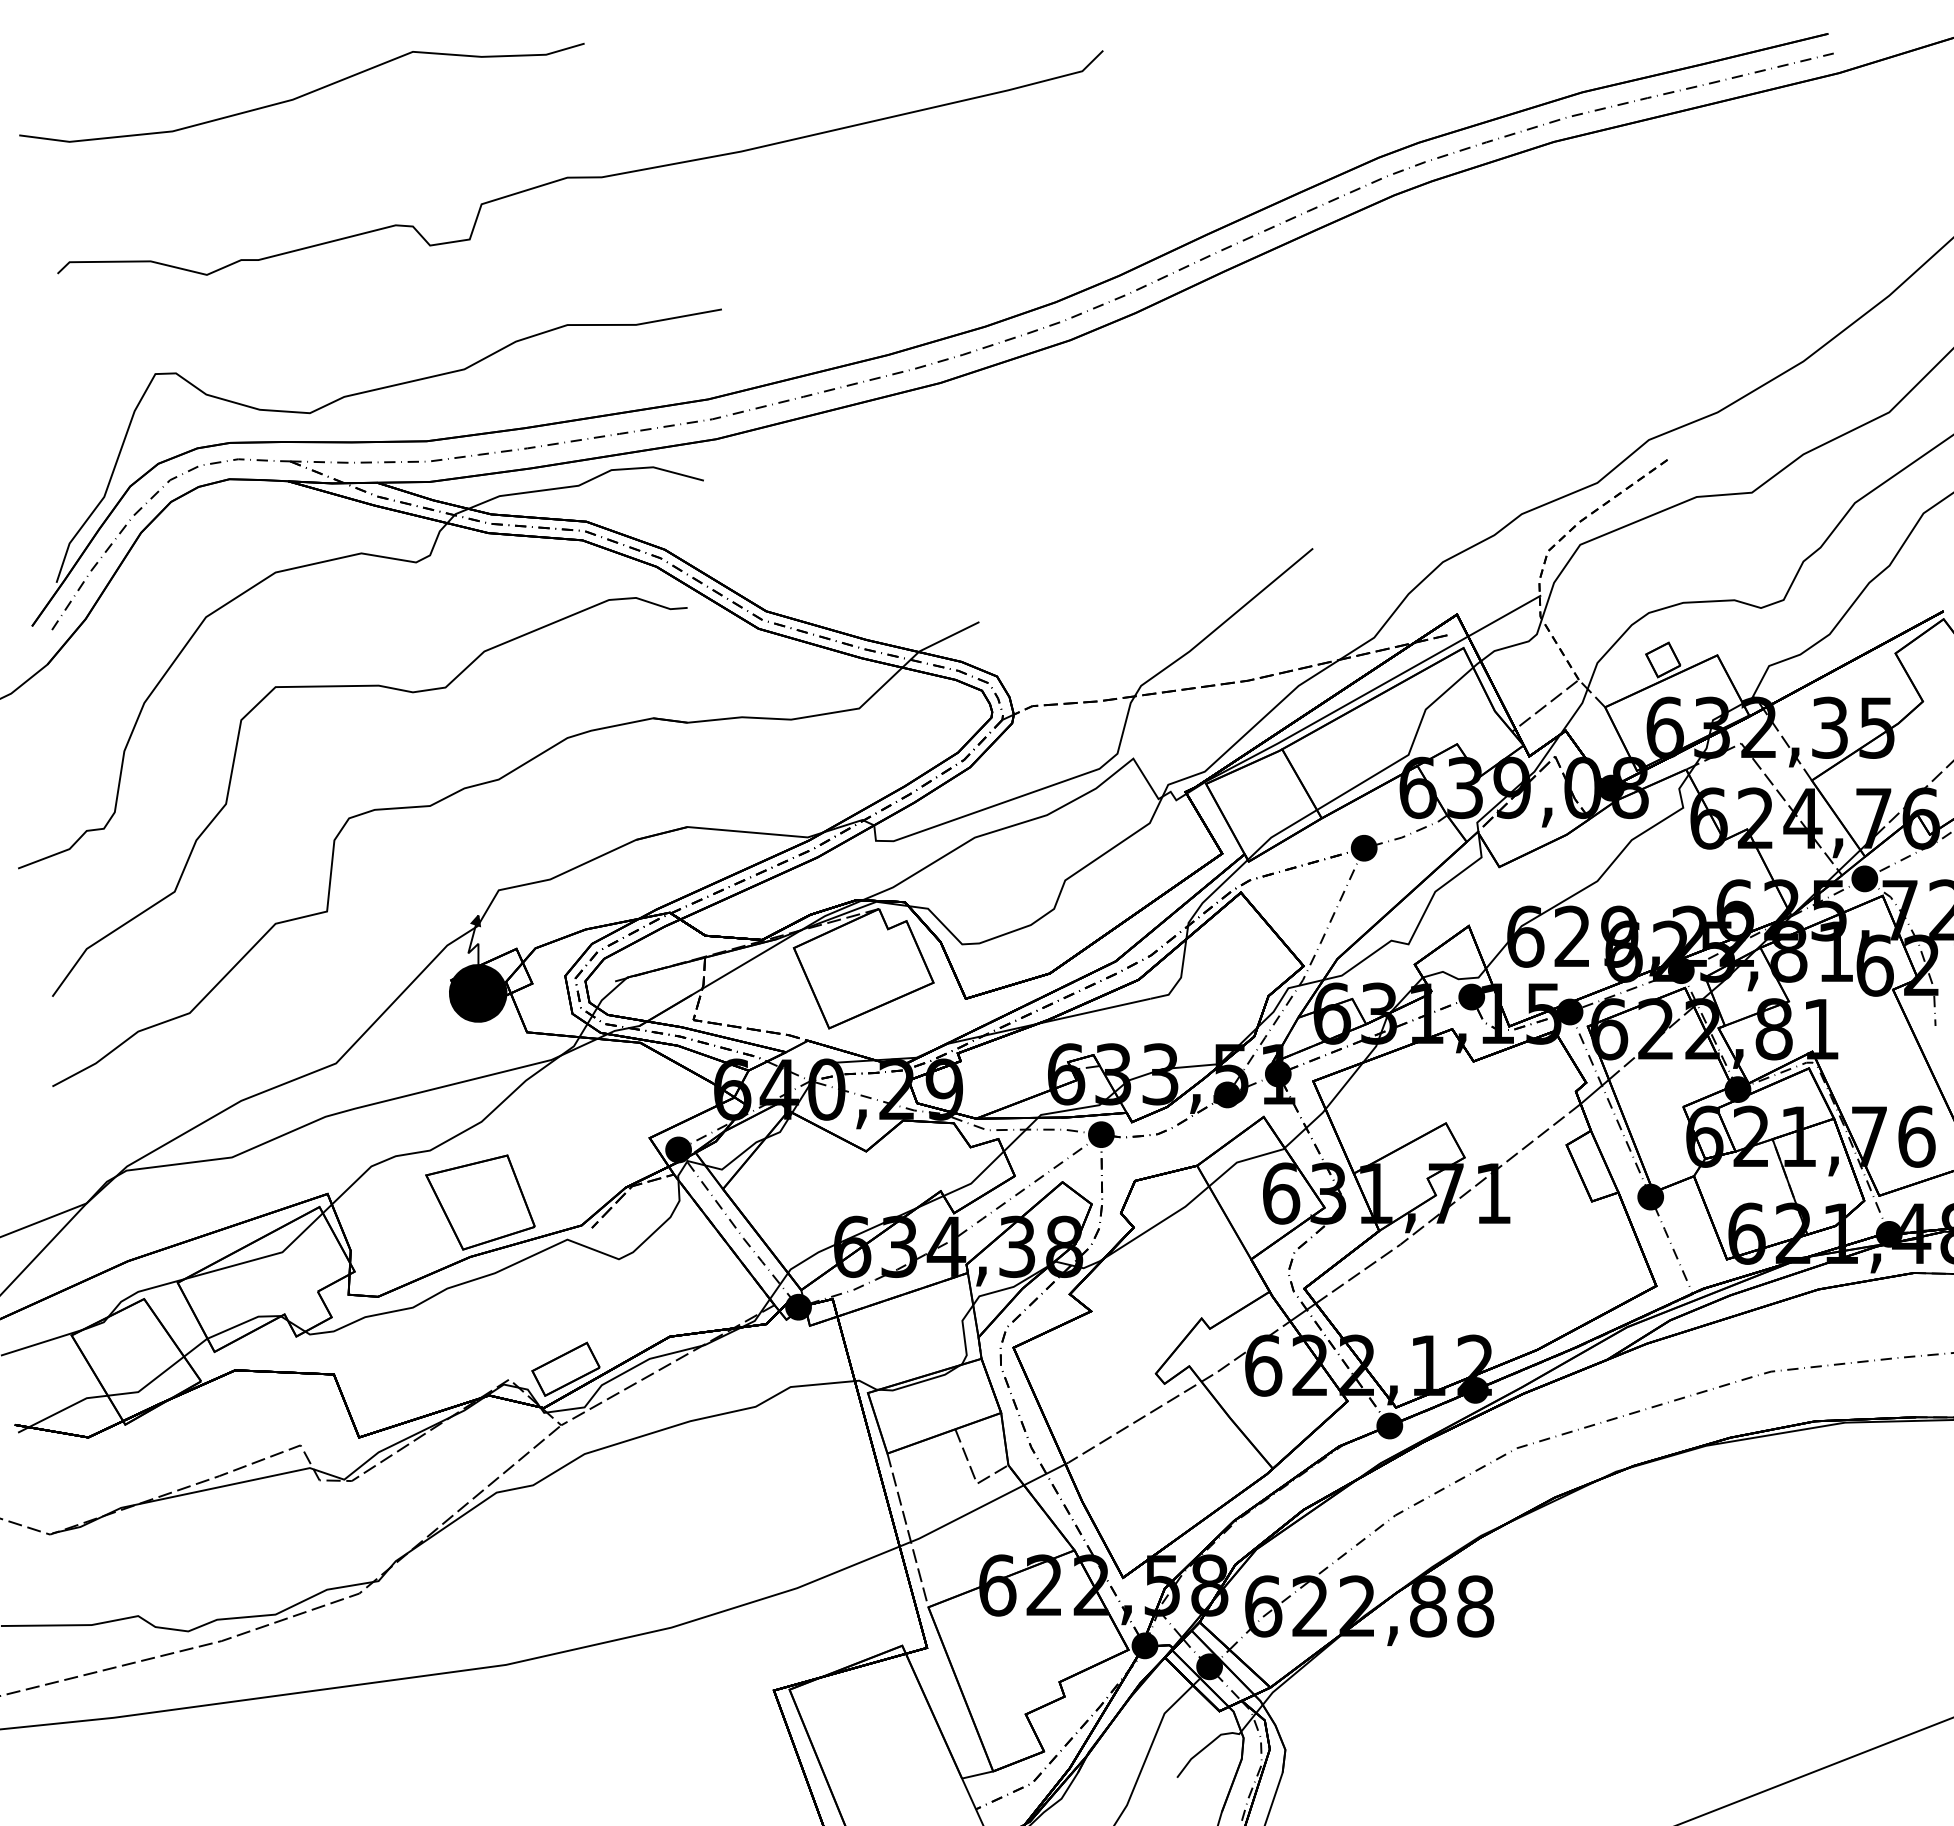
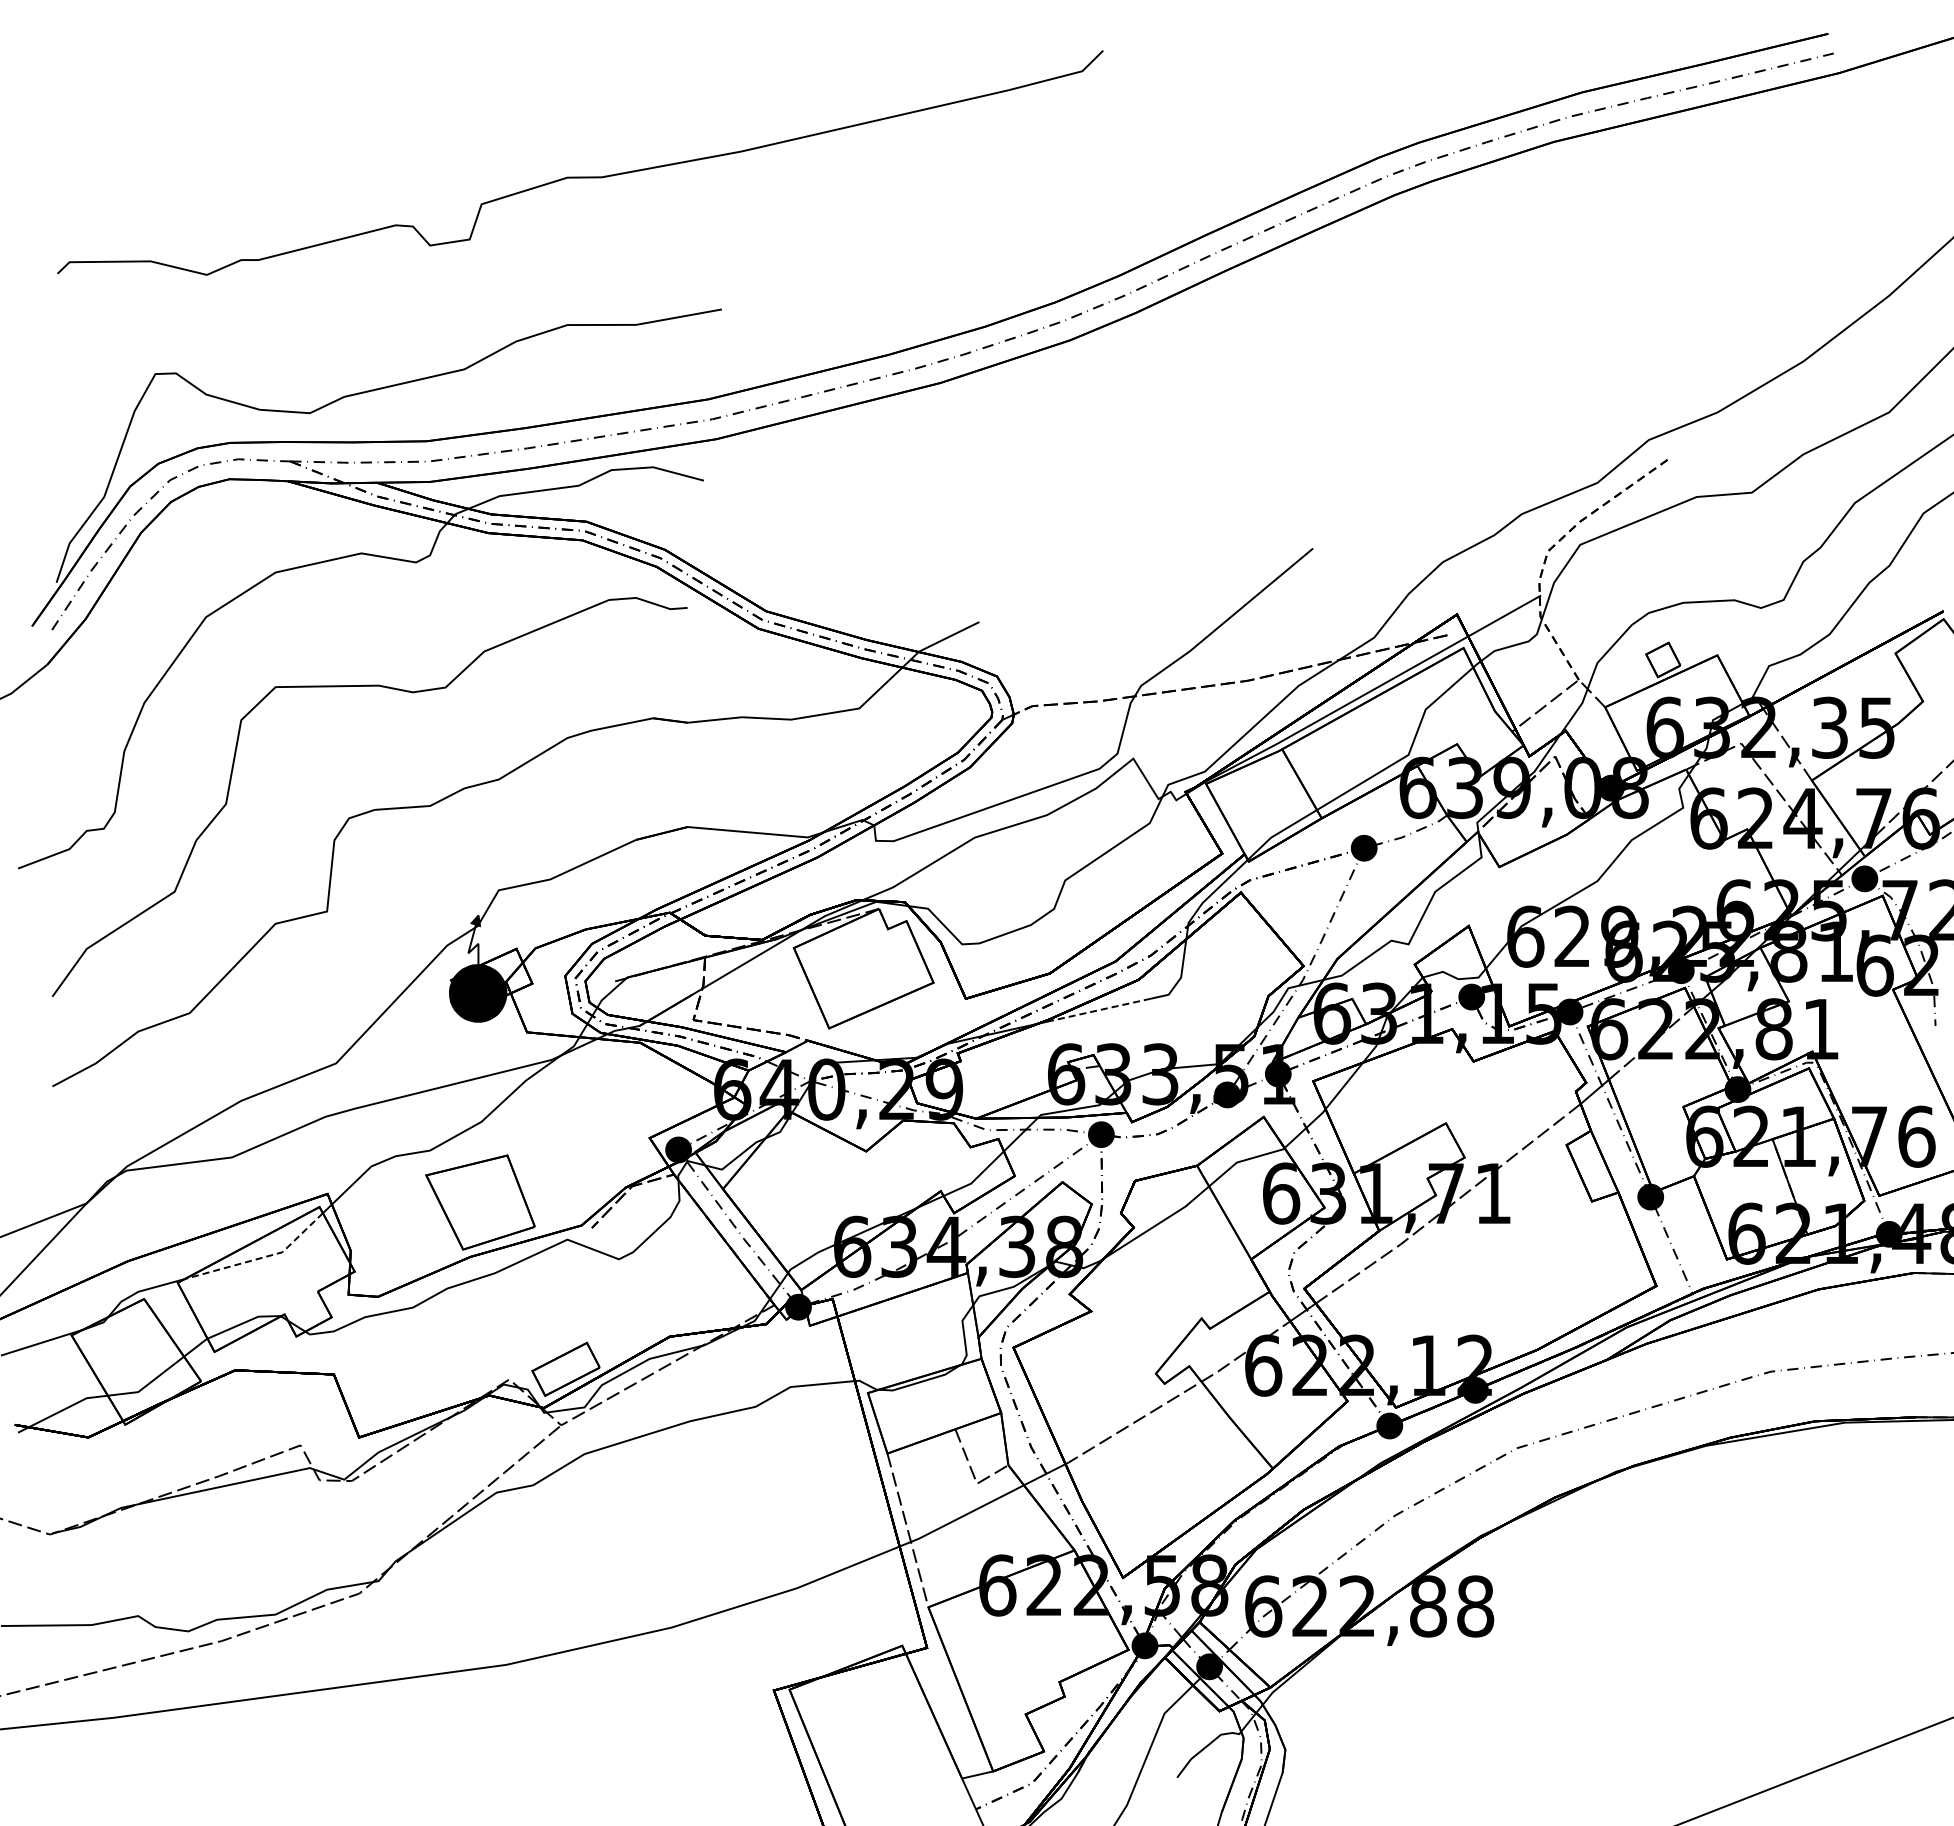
curve at (302, 94): present -> none
line at (1099, 1010): solid -> dashed
line at (261, 1258): solid -> dashed
